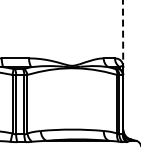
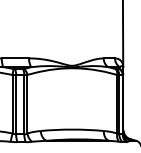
line at (123, 32): dashed -> solid
